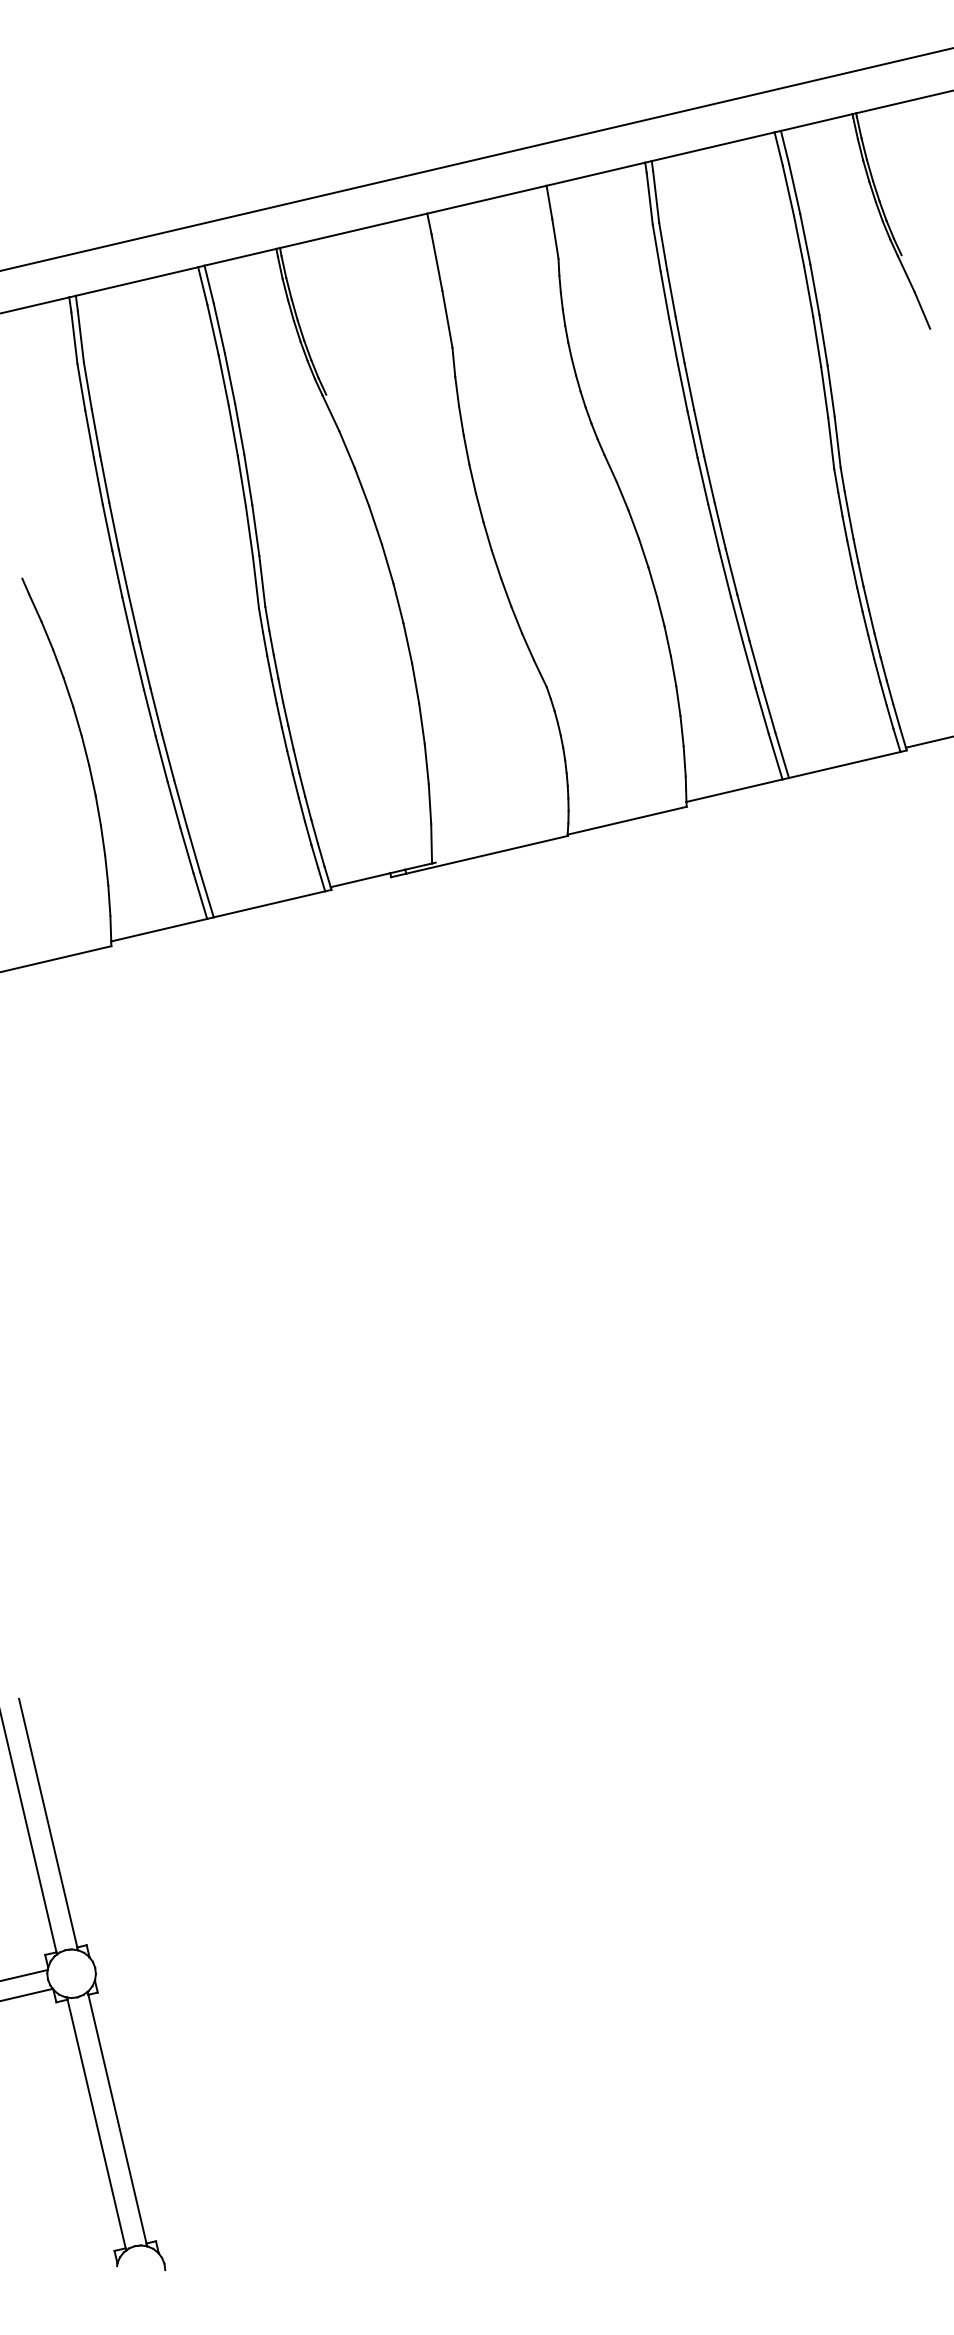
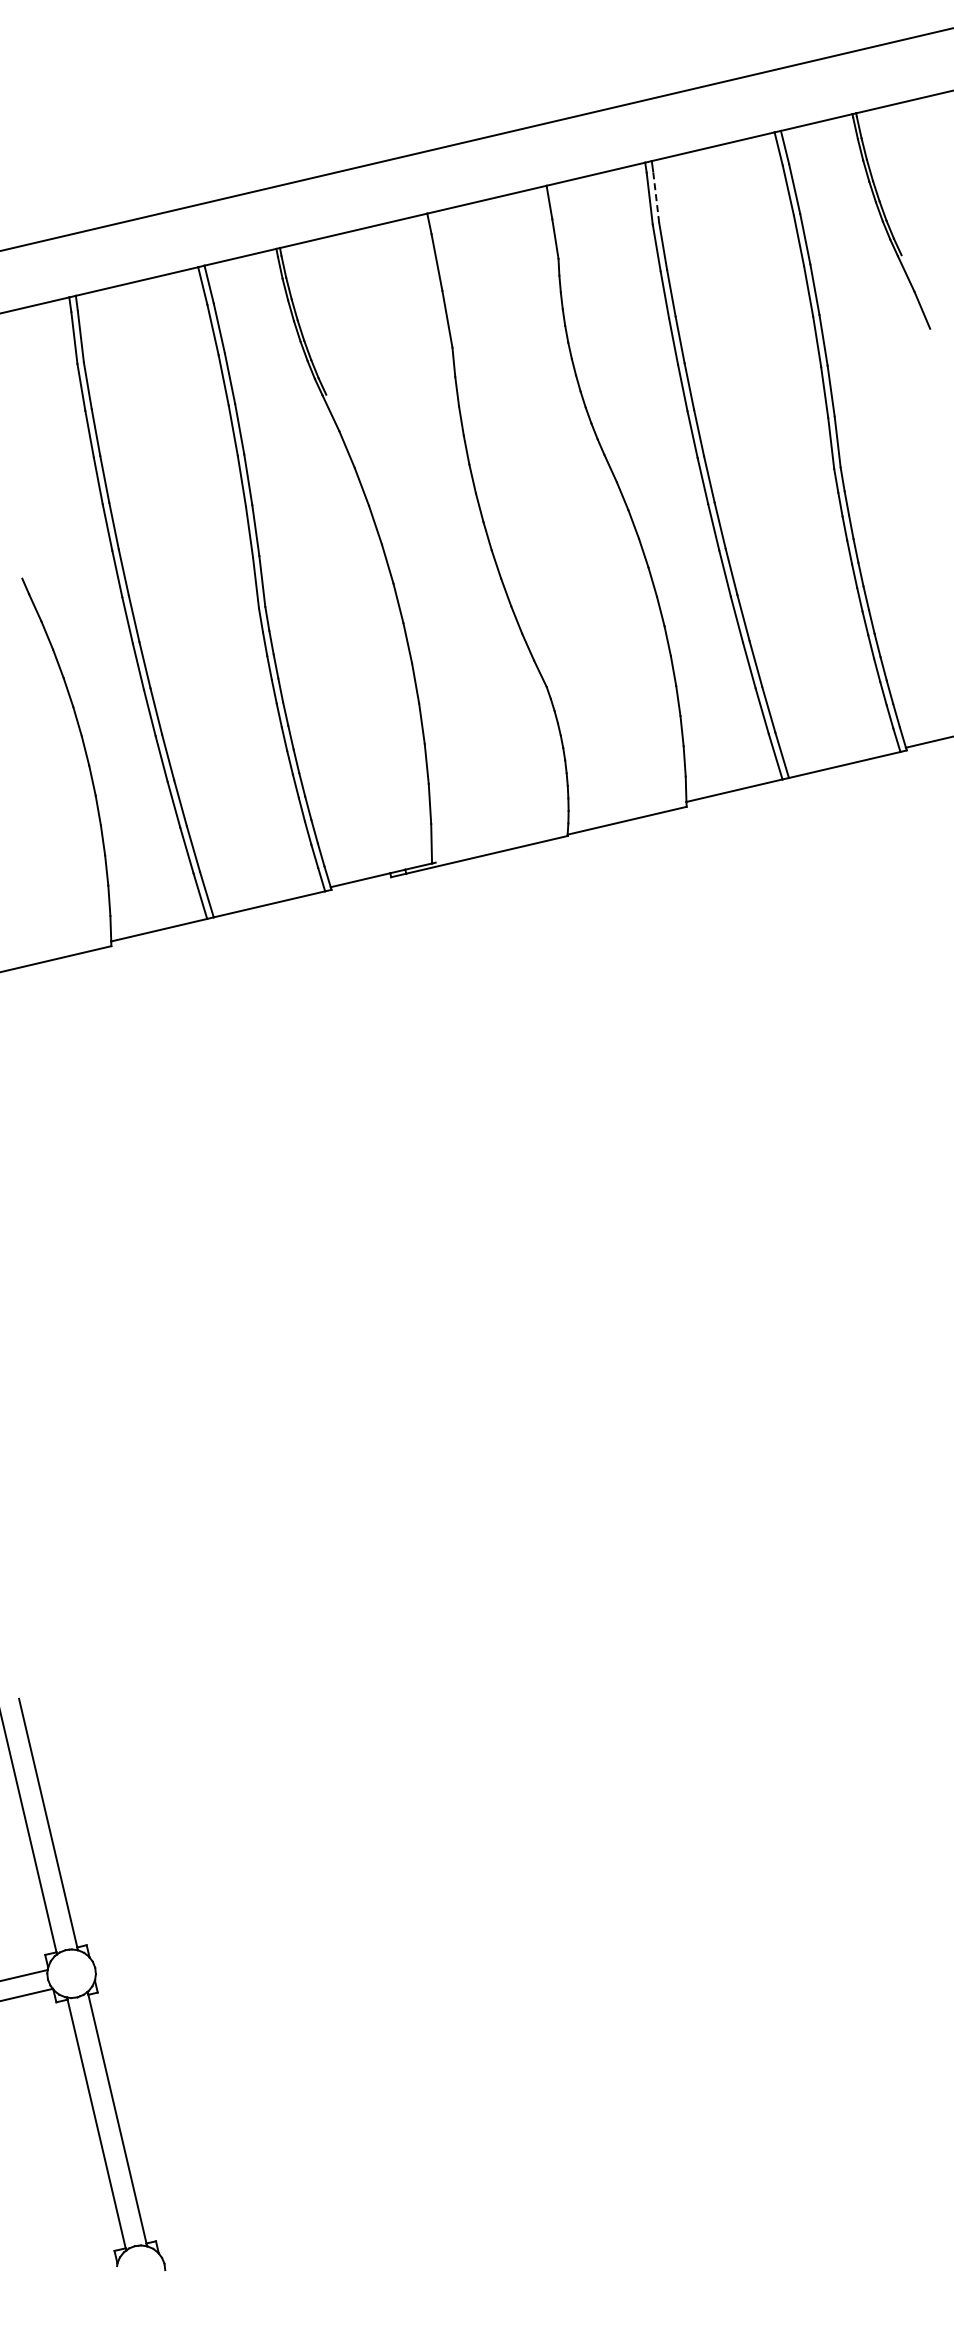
line at (476, 159) position: (476, 159) -> (476, 139)
line at (656, 196): solid -> dashed
